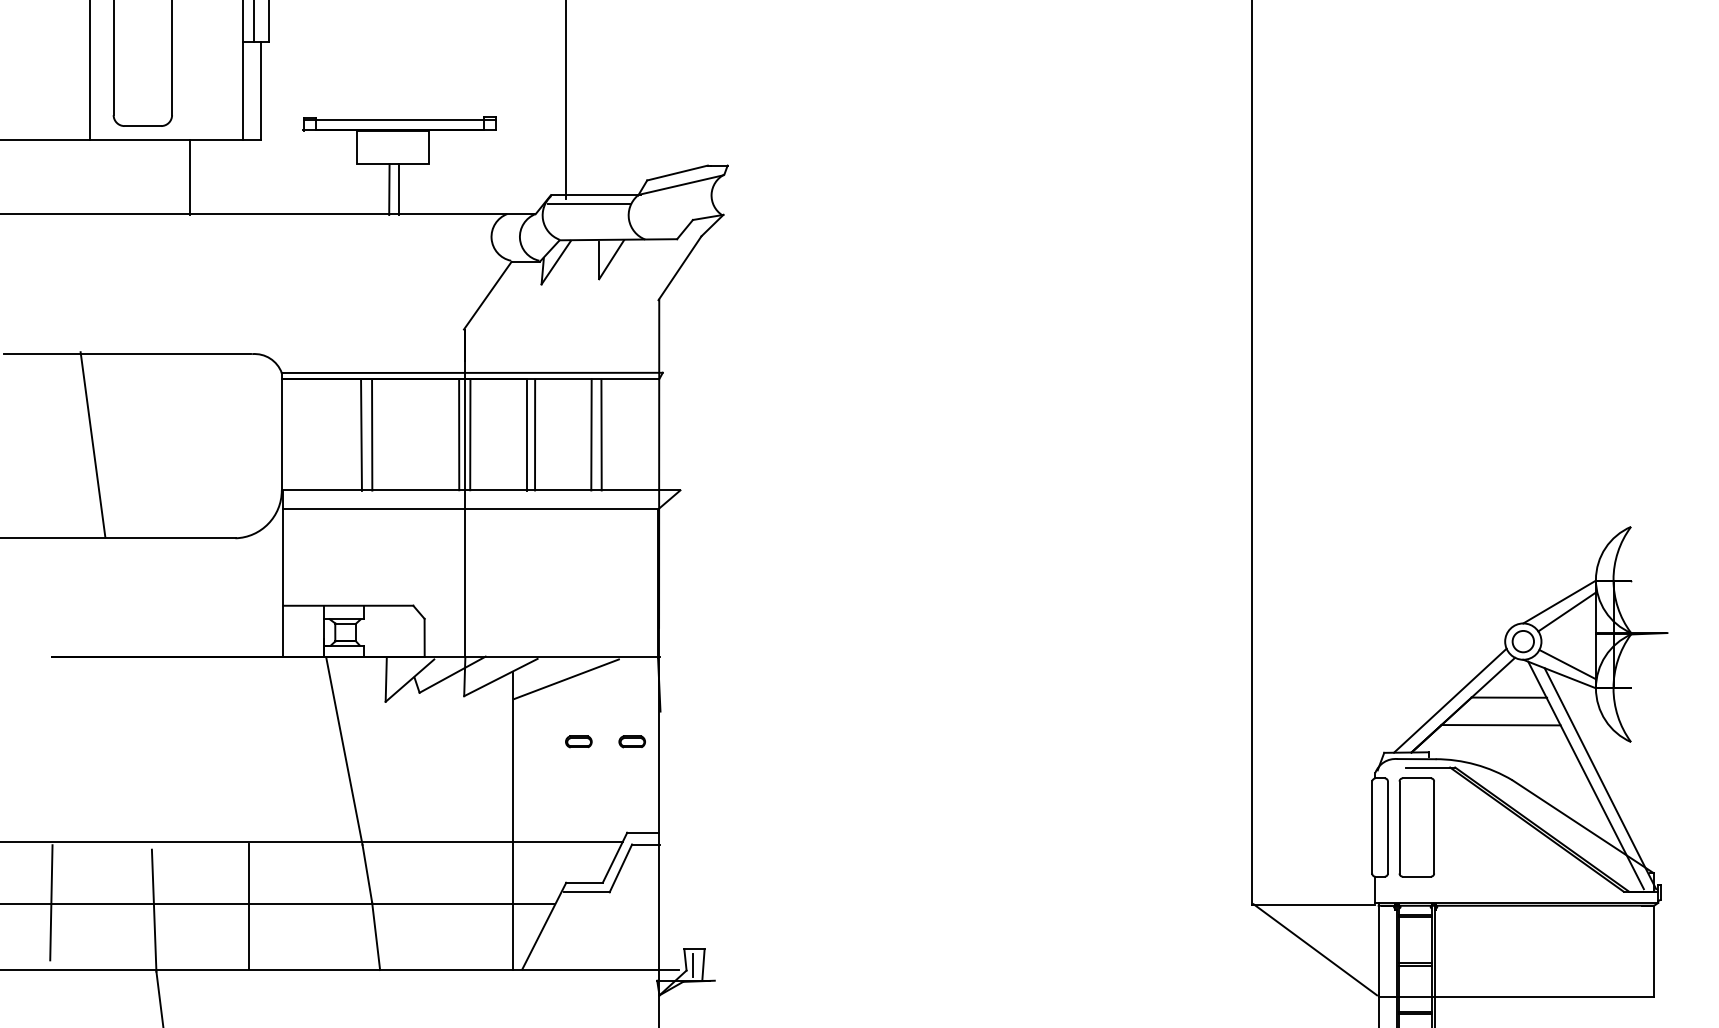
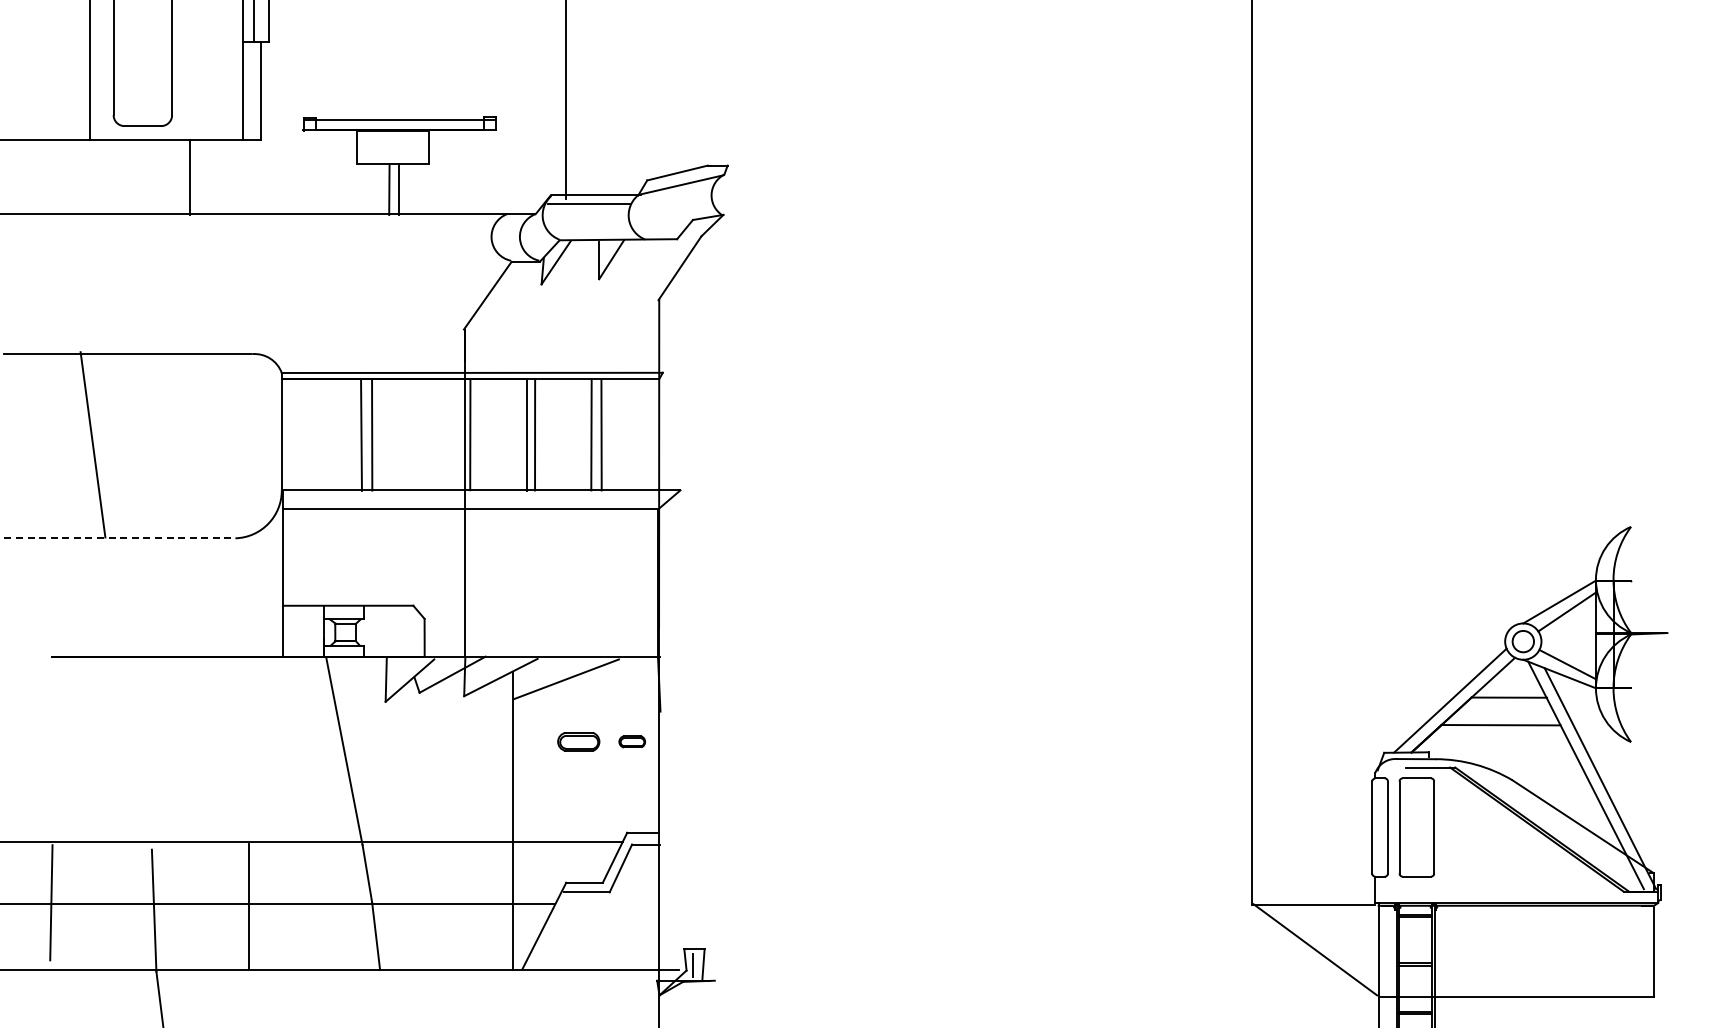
line at (459, 434): present -> none
line at (118, 538): solid -> dashed
part at (578, 741) size: 28x14 px -> 44x20 px
